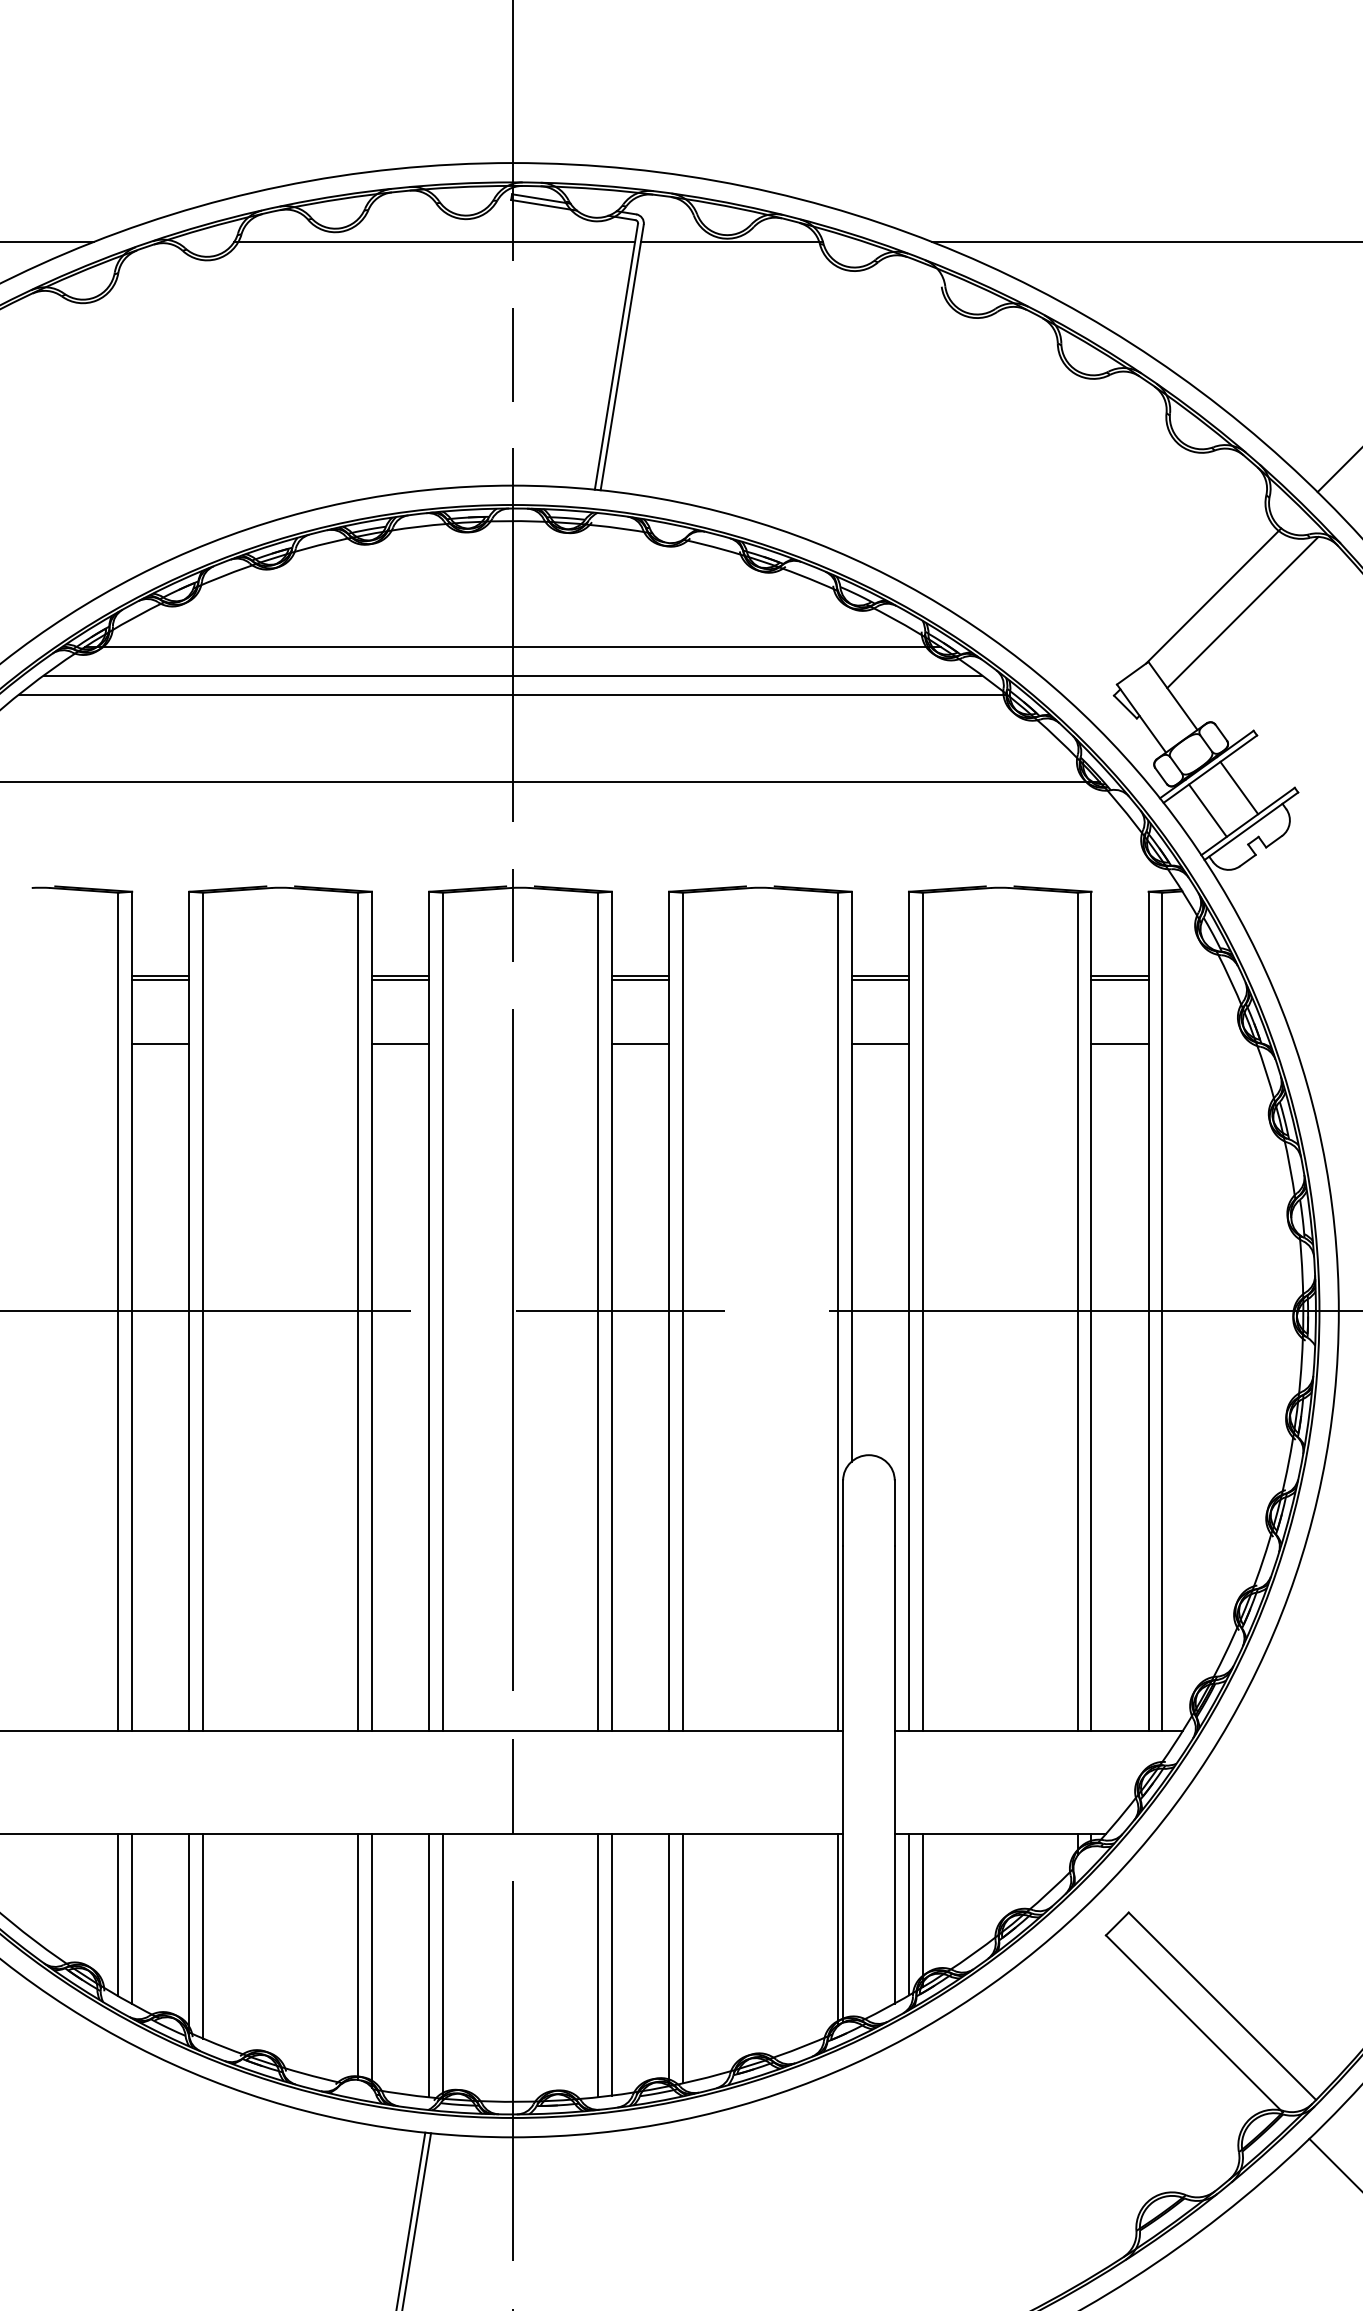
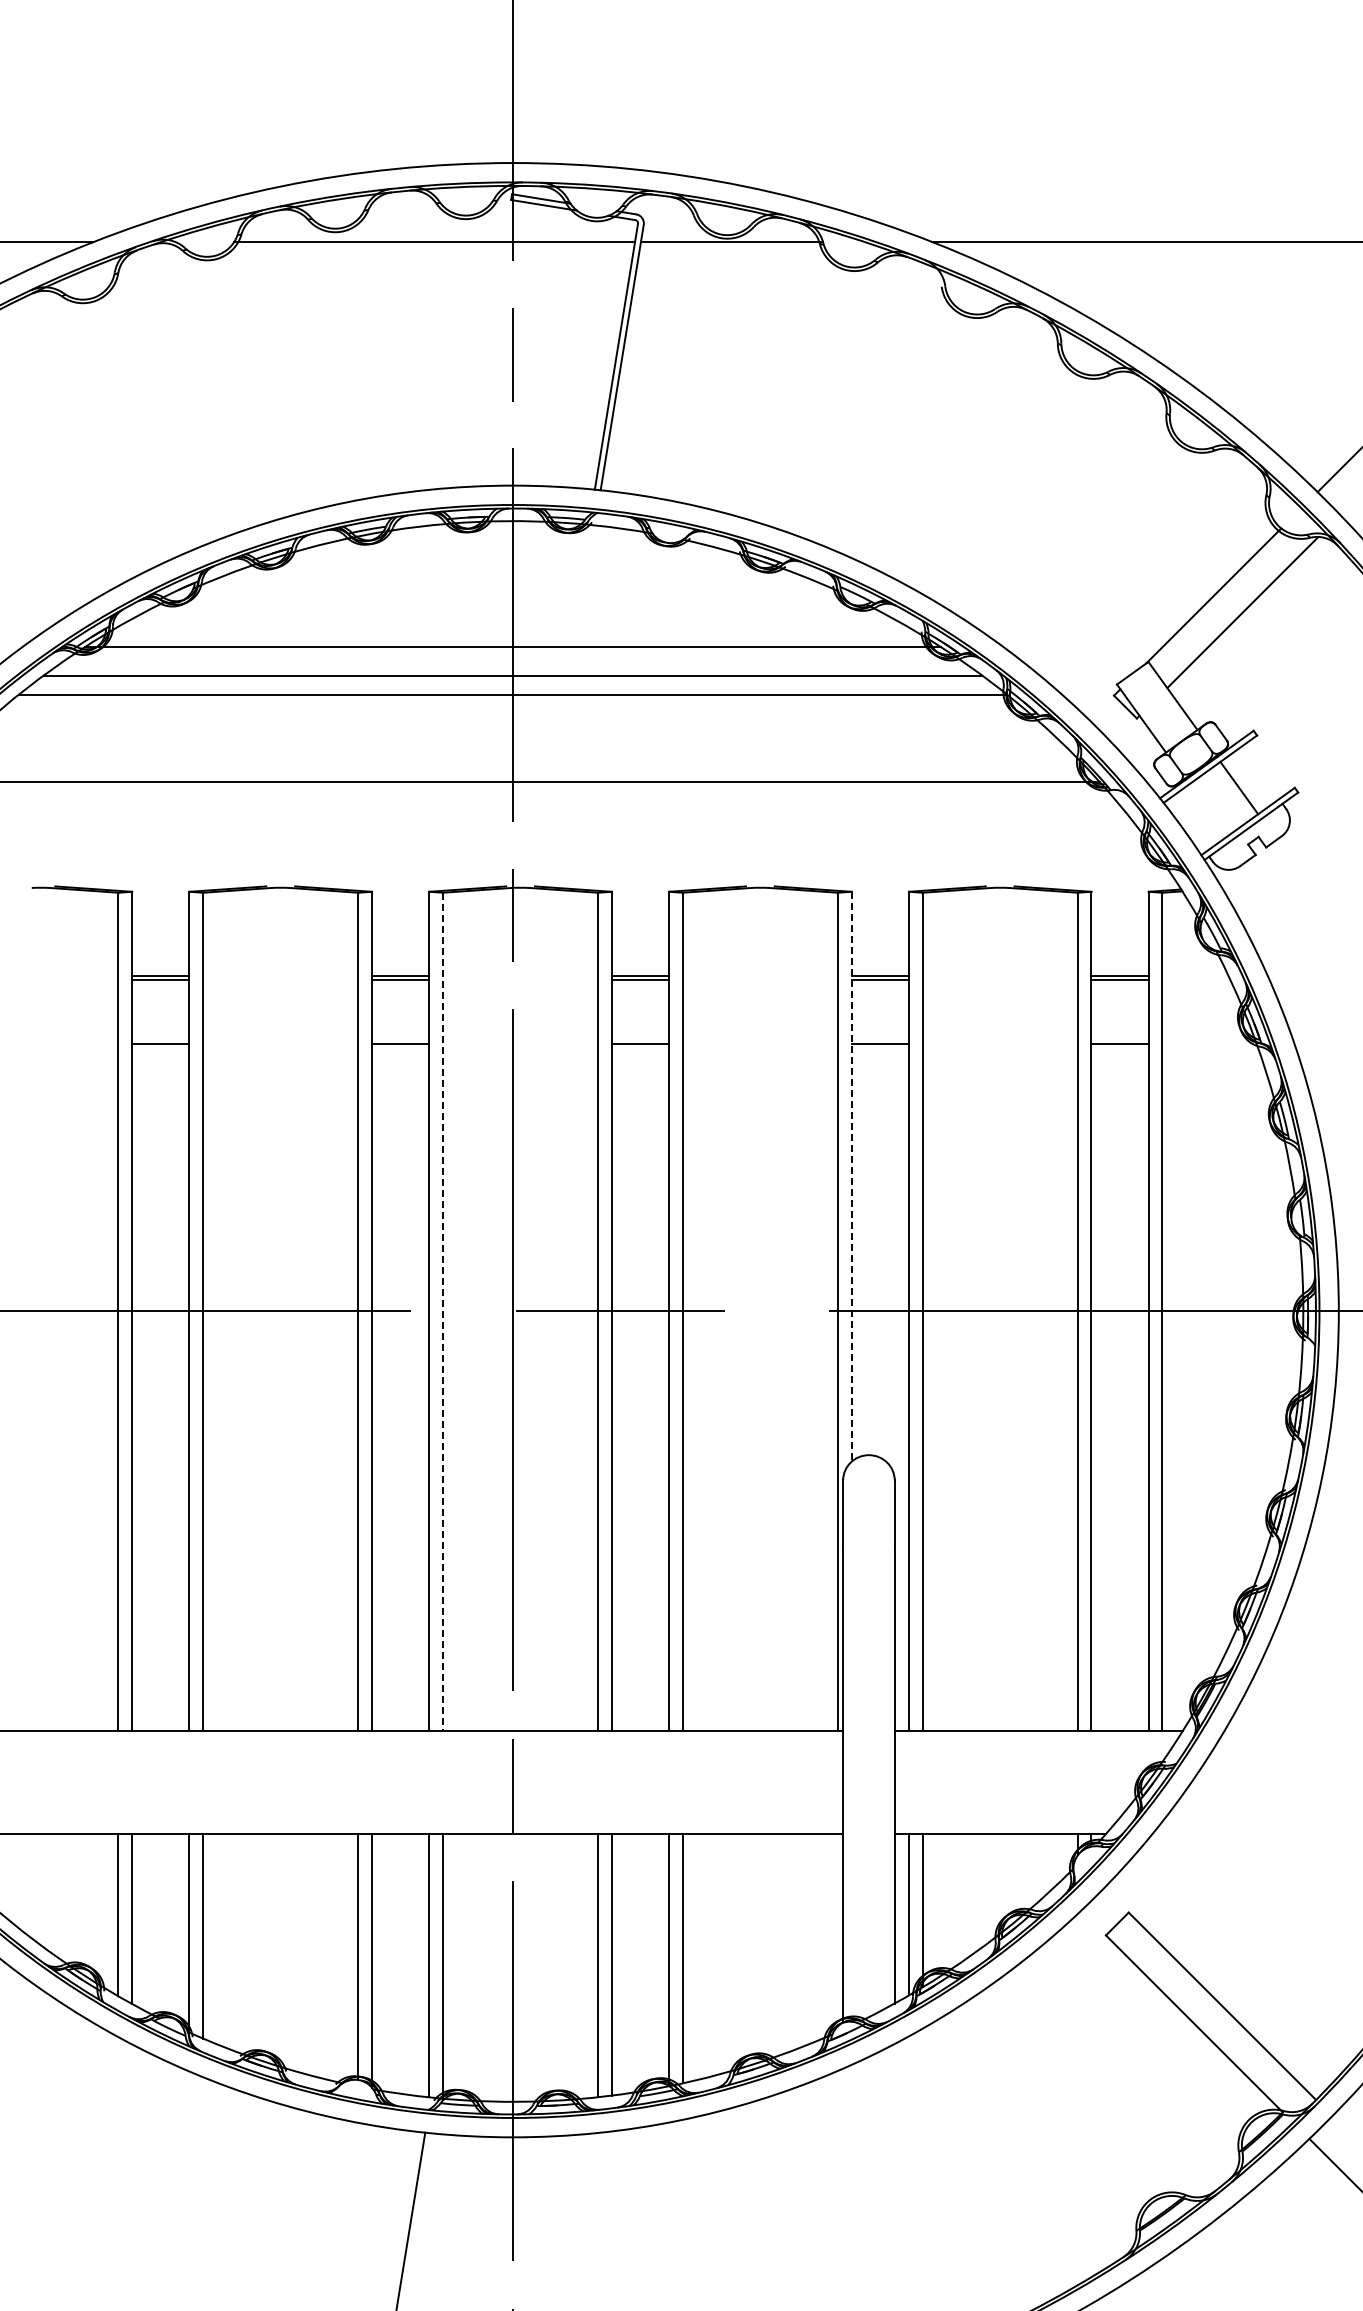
line at (1207, 810): present -> none
line at (851, 1176): solid -> dashed
line at (442, 1312): solid -> dashed
line at (837, 1930): present -> none
line at (416, 2220): present -> none
